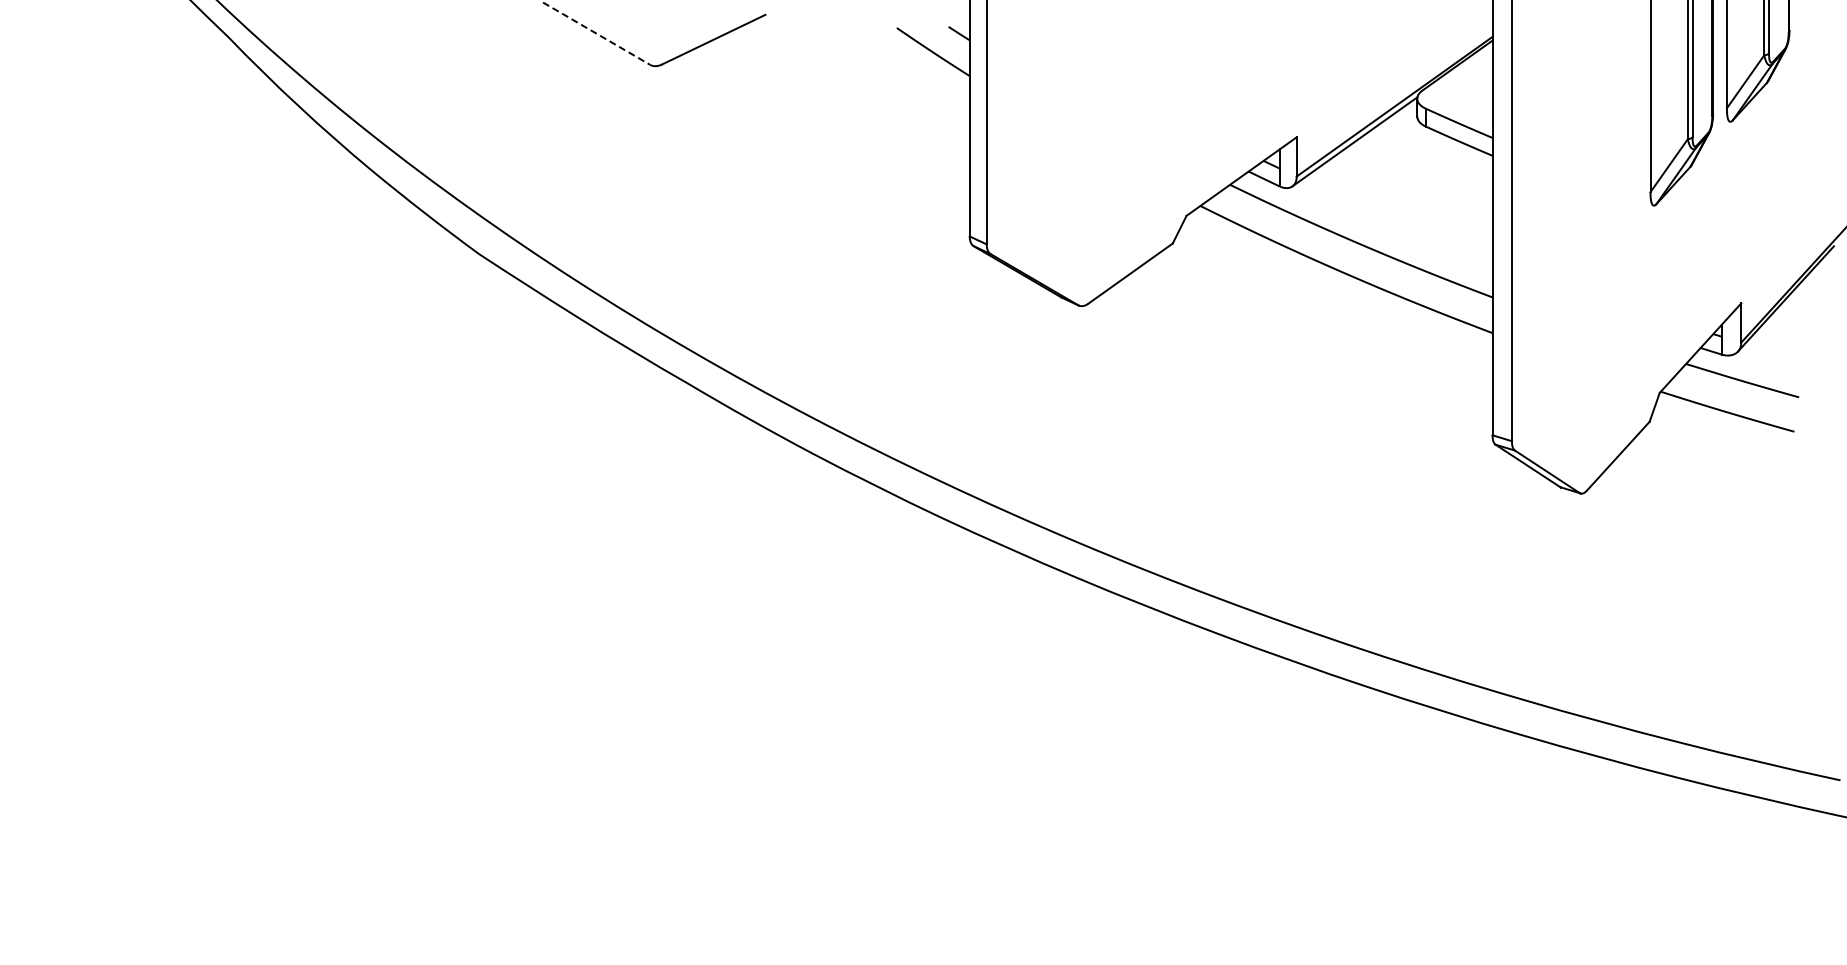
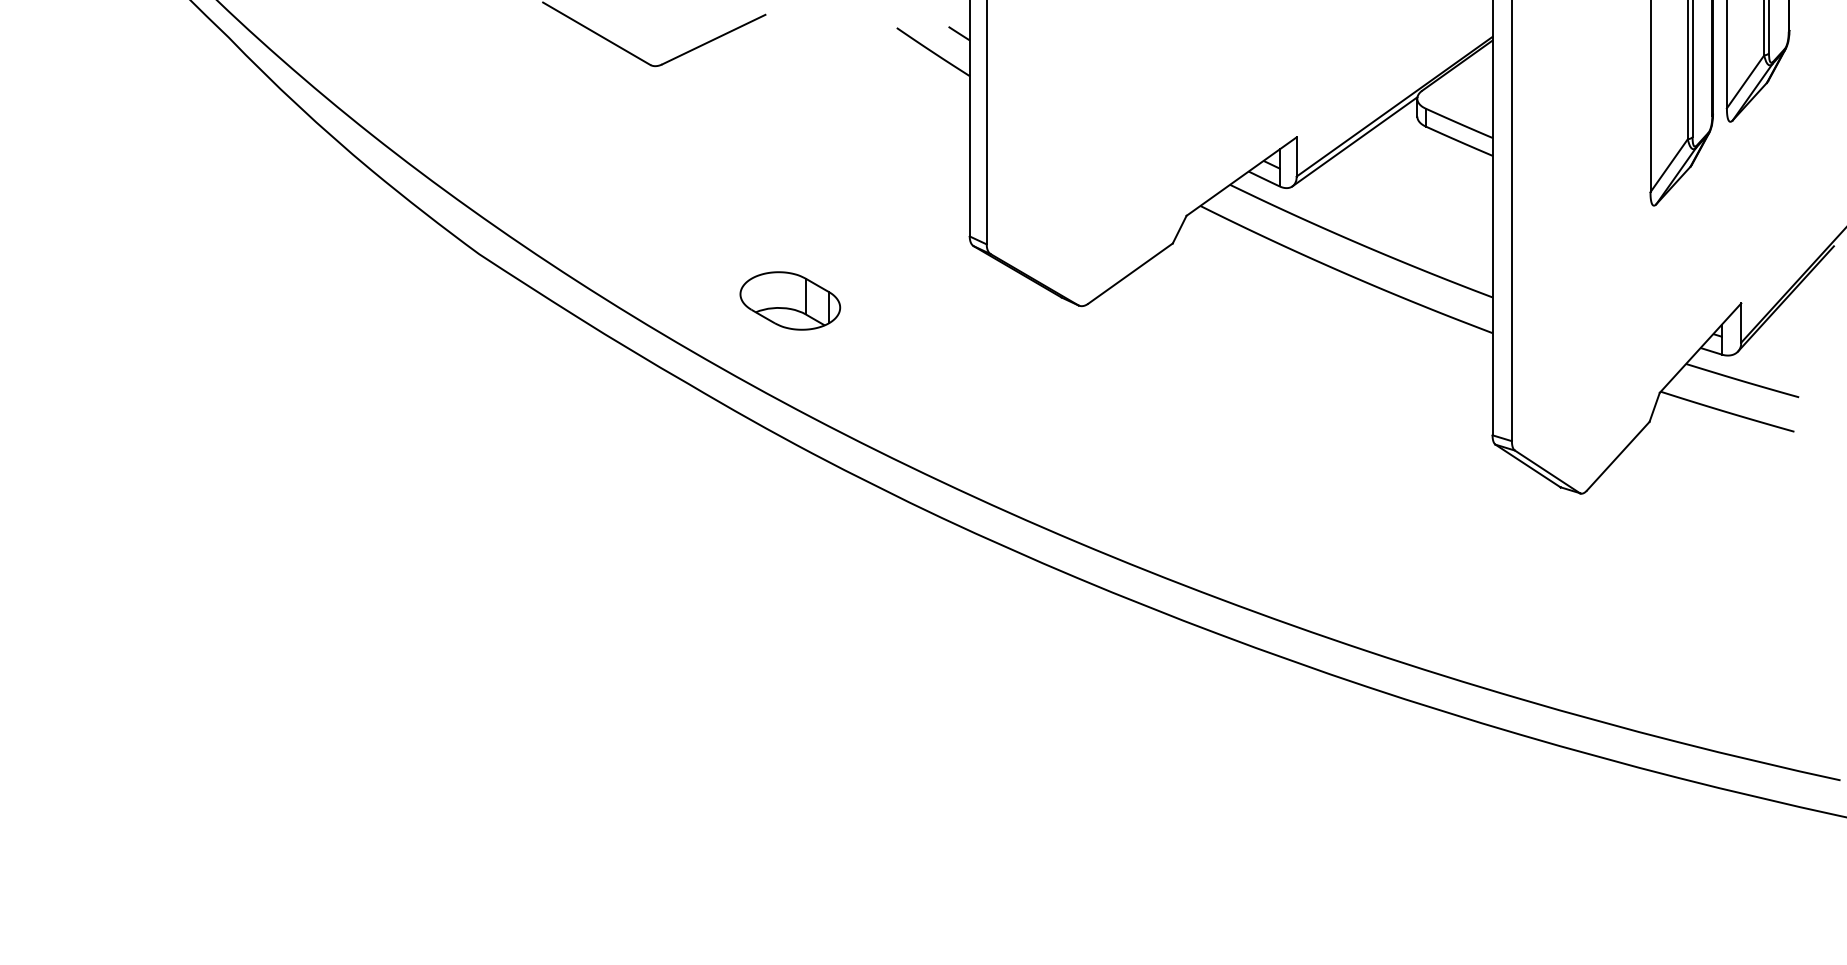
line at (597, 33): dashed -> solid
part at (790, 300): none -> present
